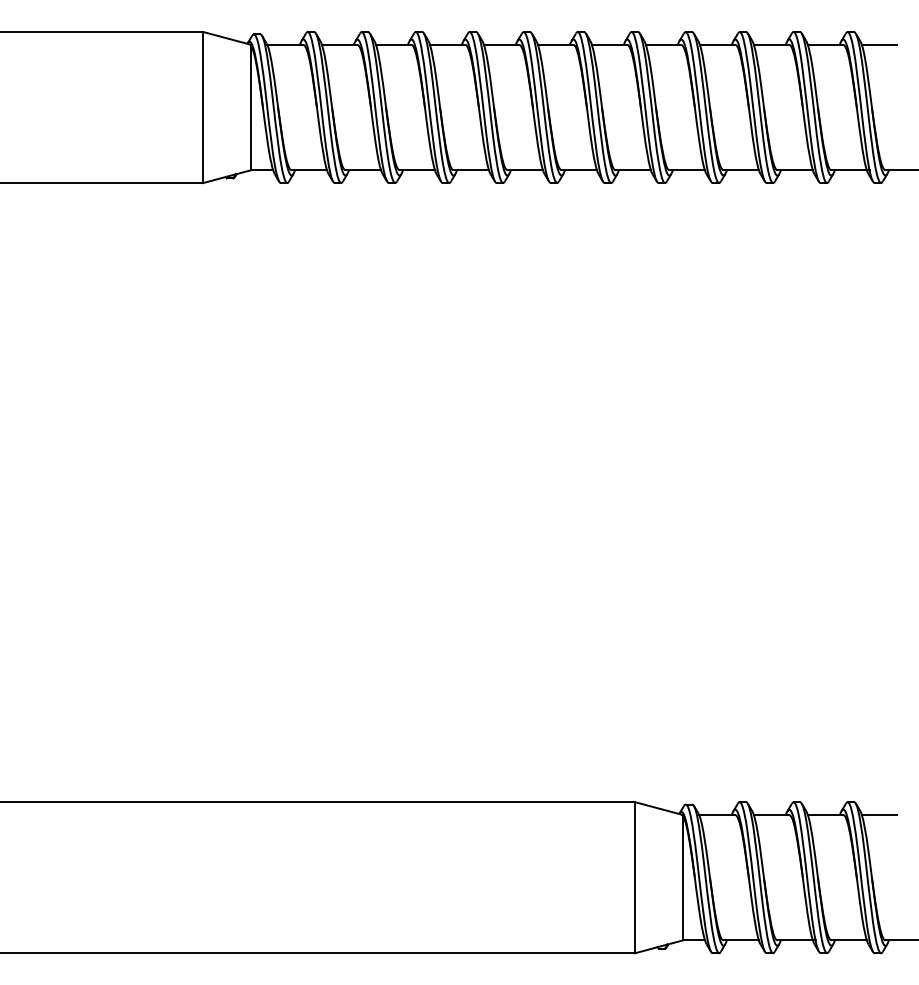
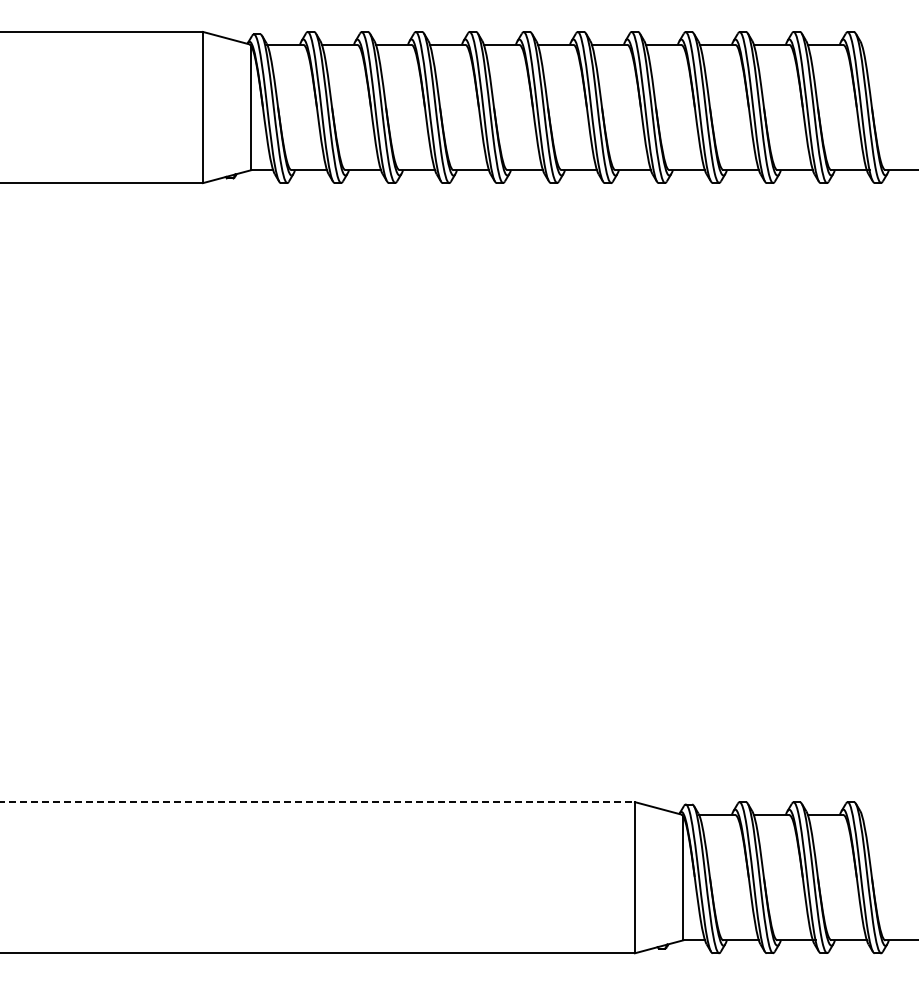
line at (879, 44): present -> none
line at (318, 802): solid -> dashed
line at (879, 815): present -> none
